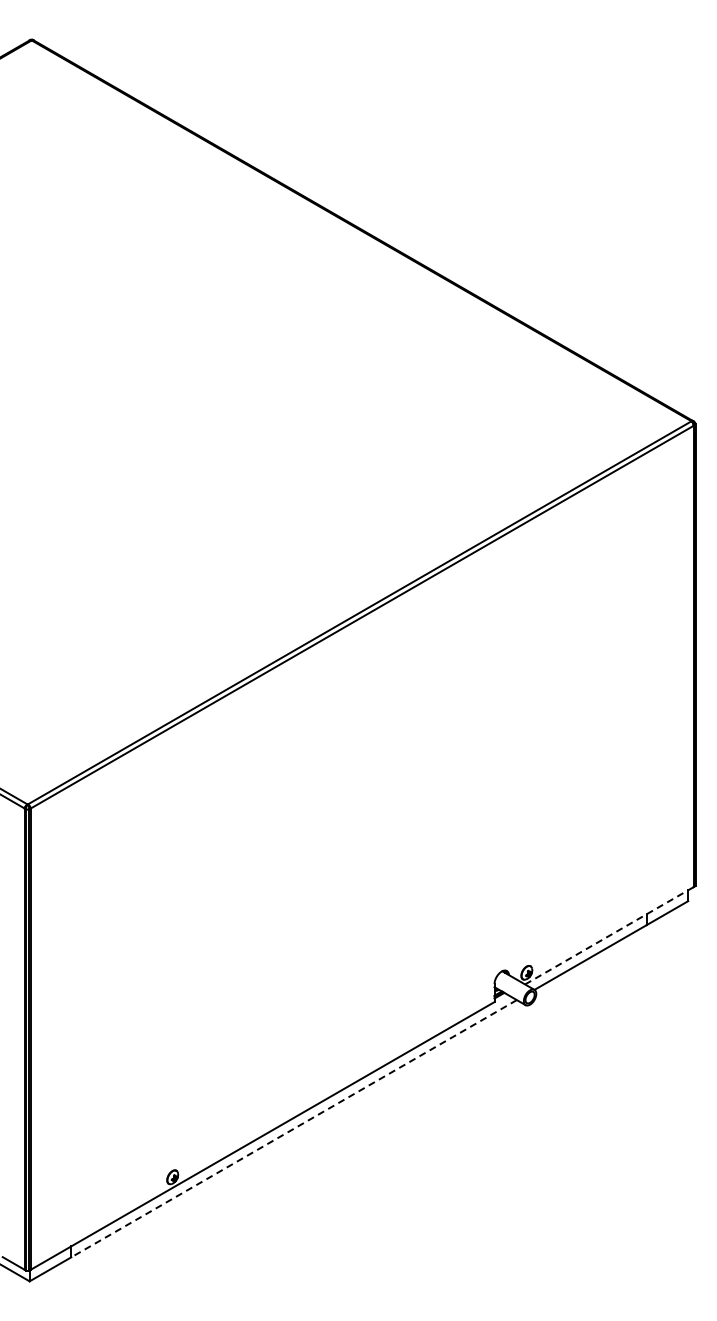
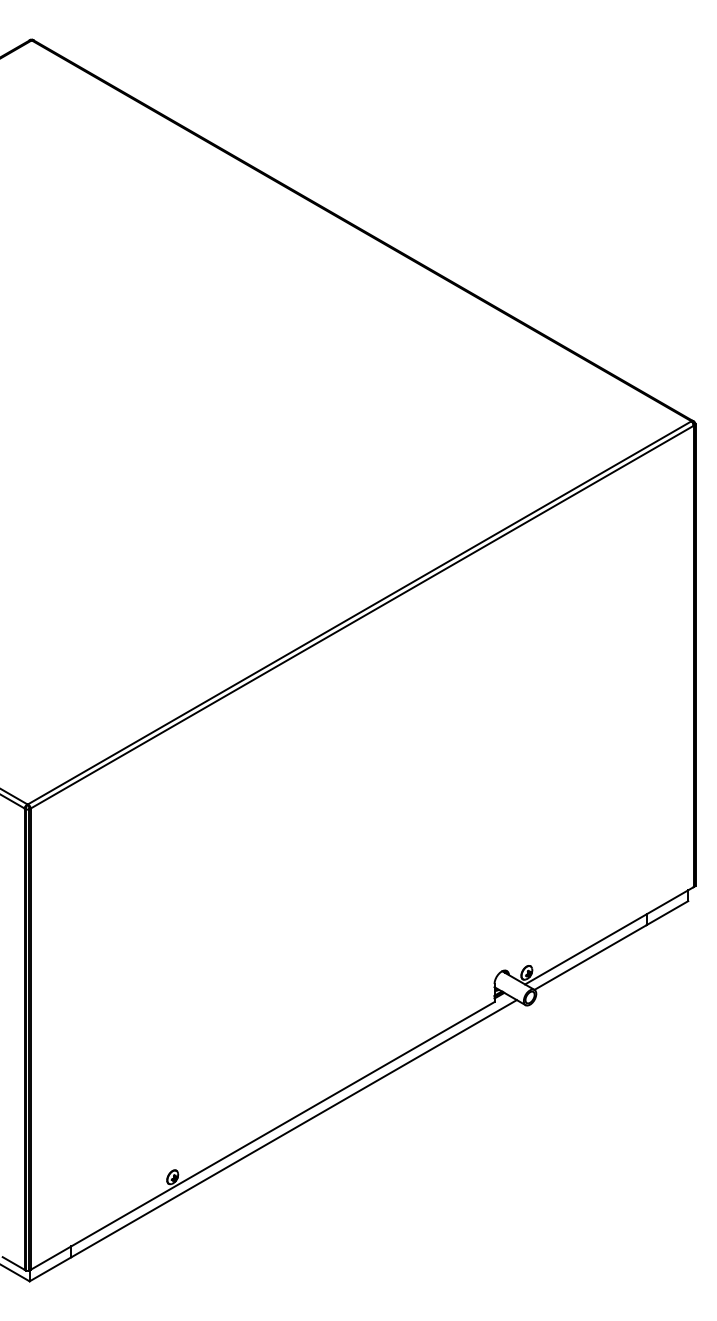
line at (609, 935): dashed -> solid
line at (293, 1128): dashed -> solid
